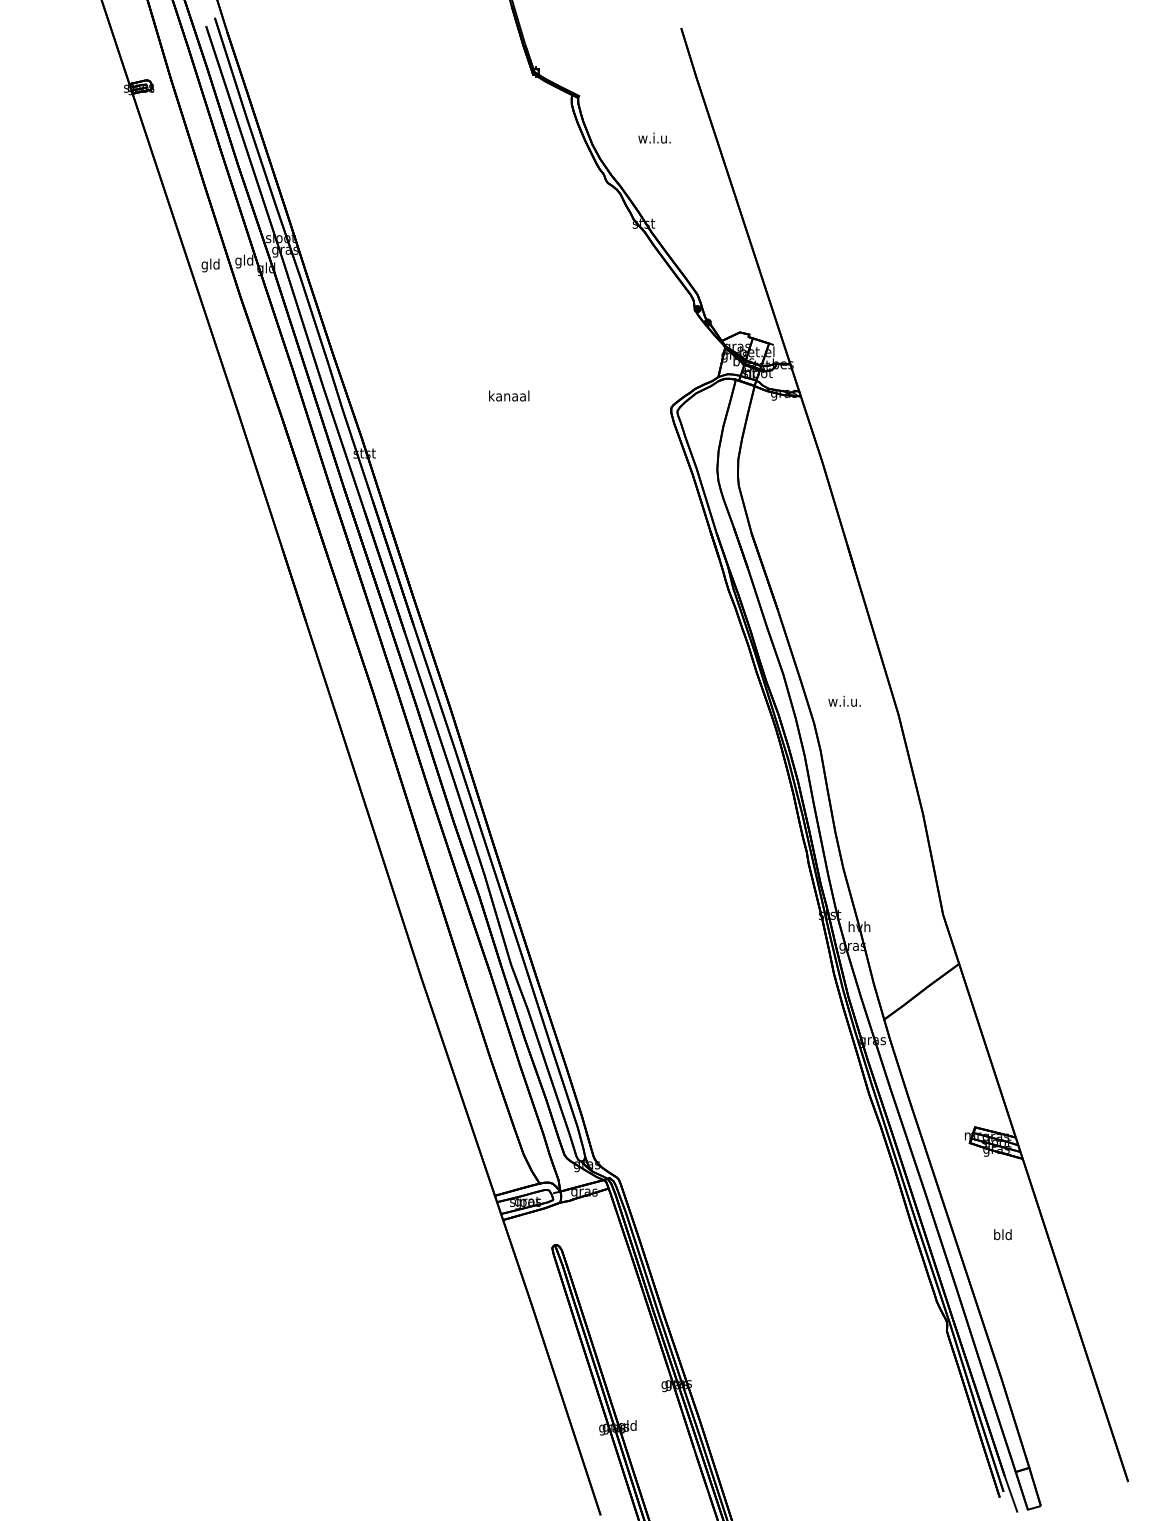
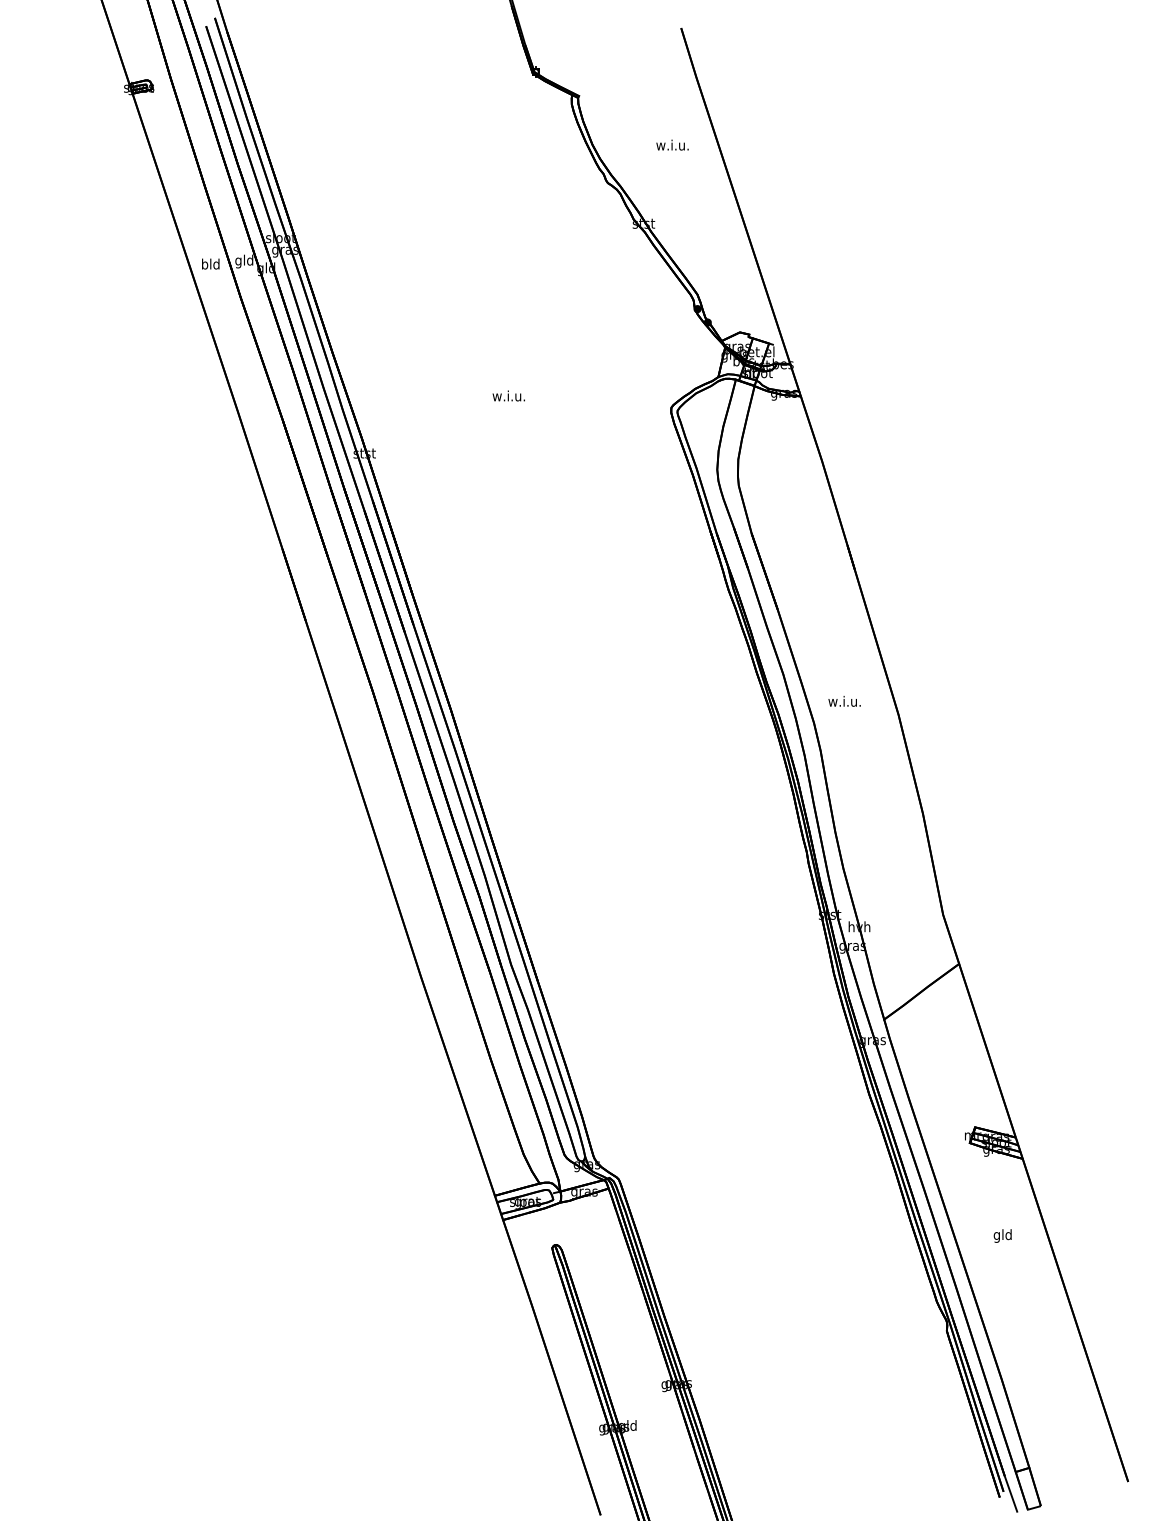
text at (654, 137) position: (654, 137) -> (672, 144)
text at (204, 265): gld -> bld
text at (509, 395): kanaal -> w.i.u.
text at (996, 1235): bld -> gld
